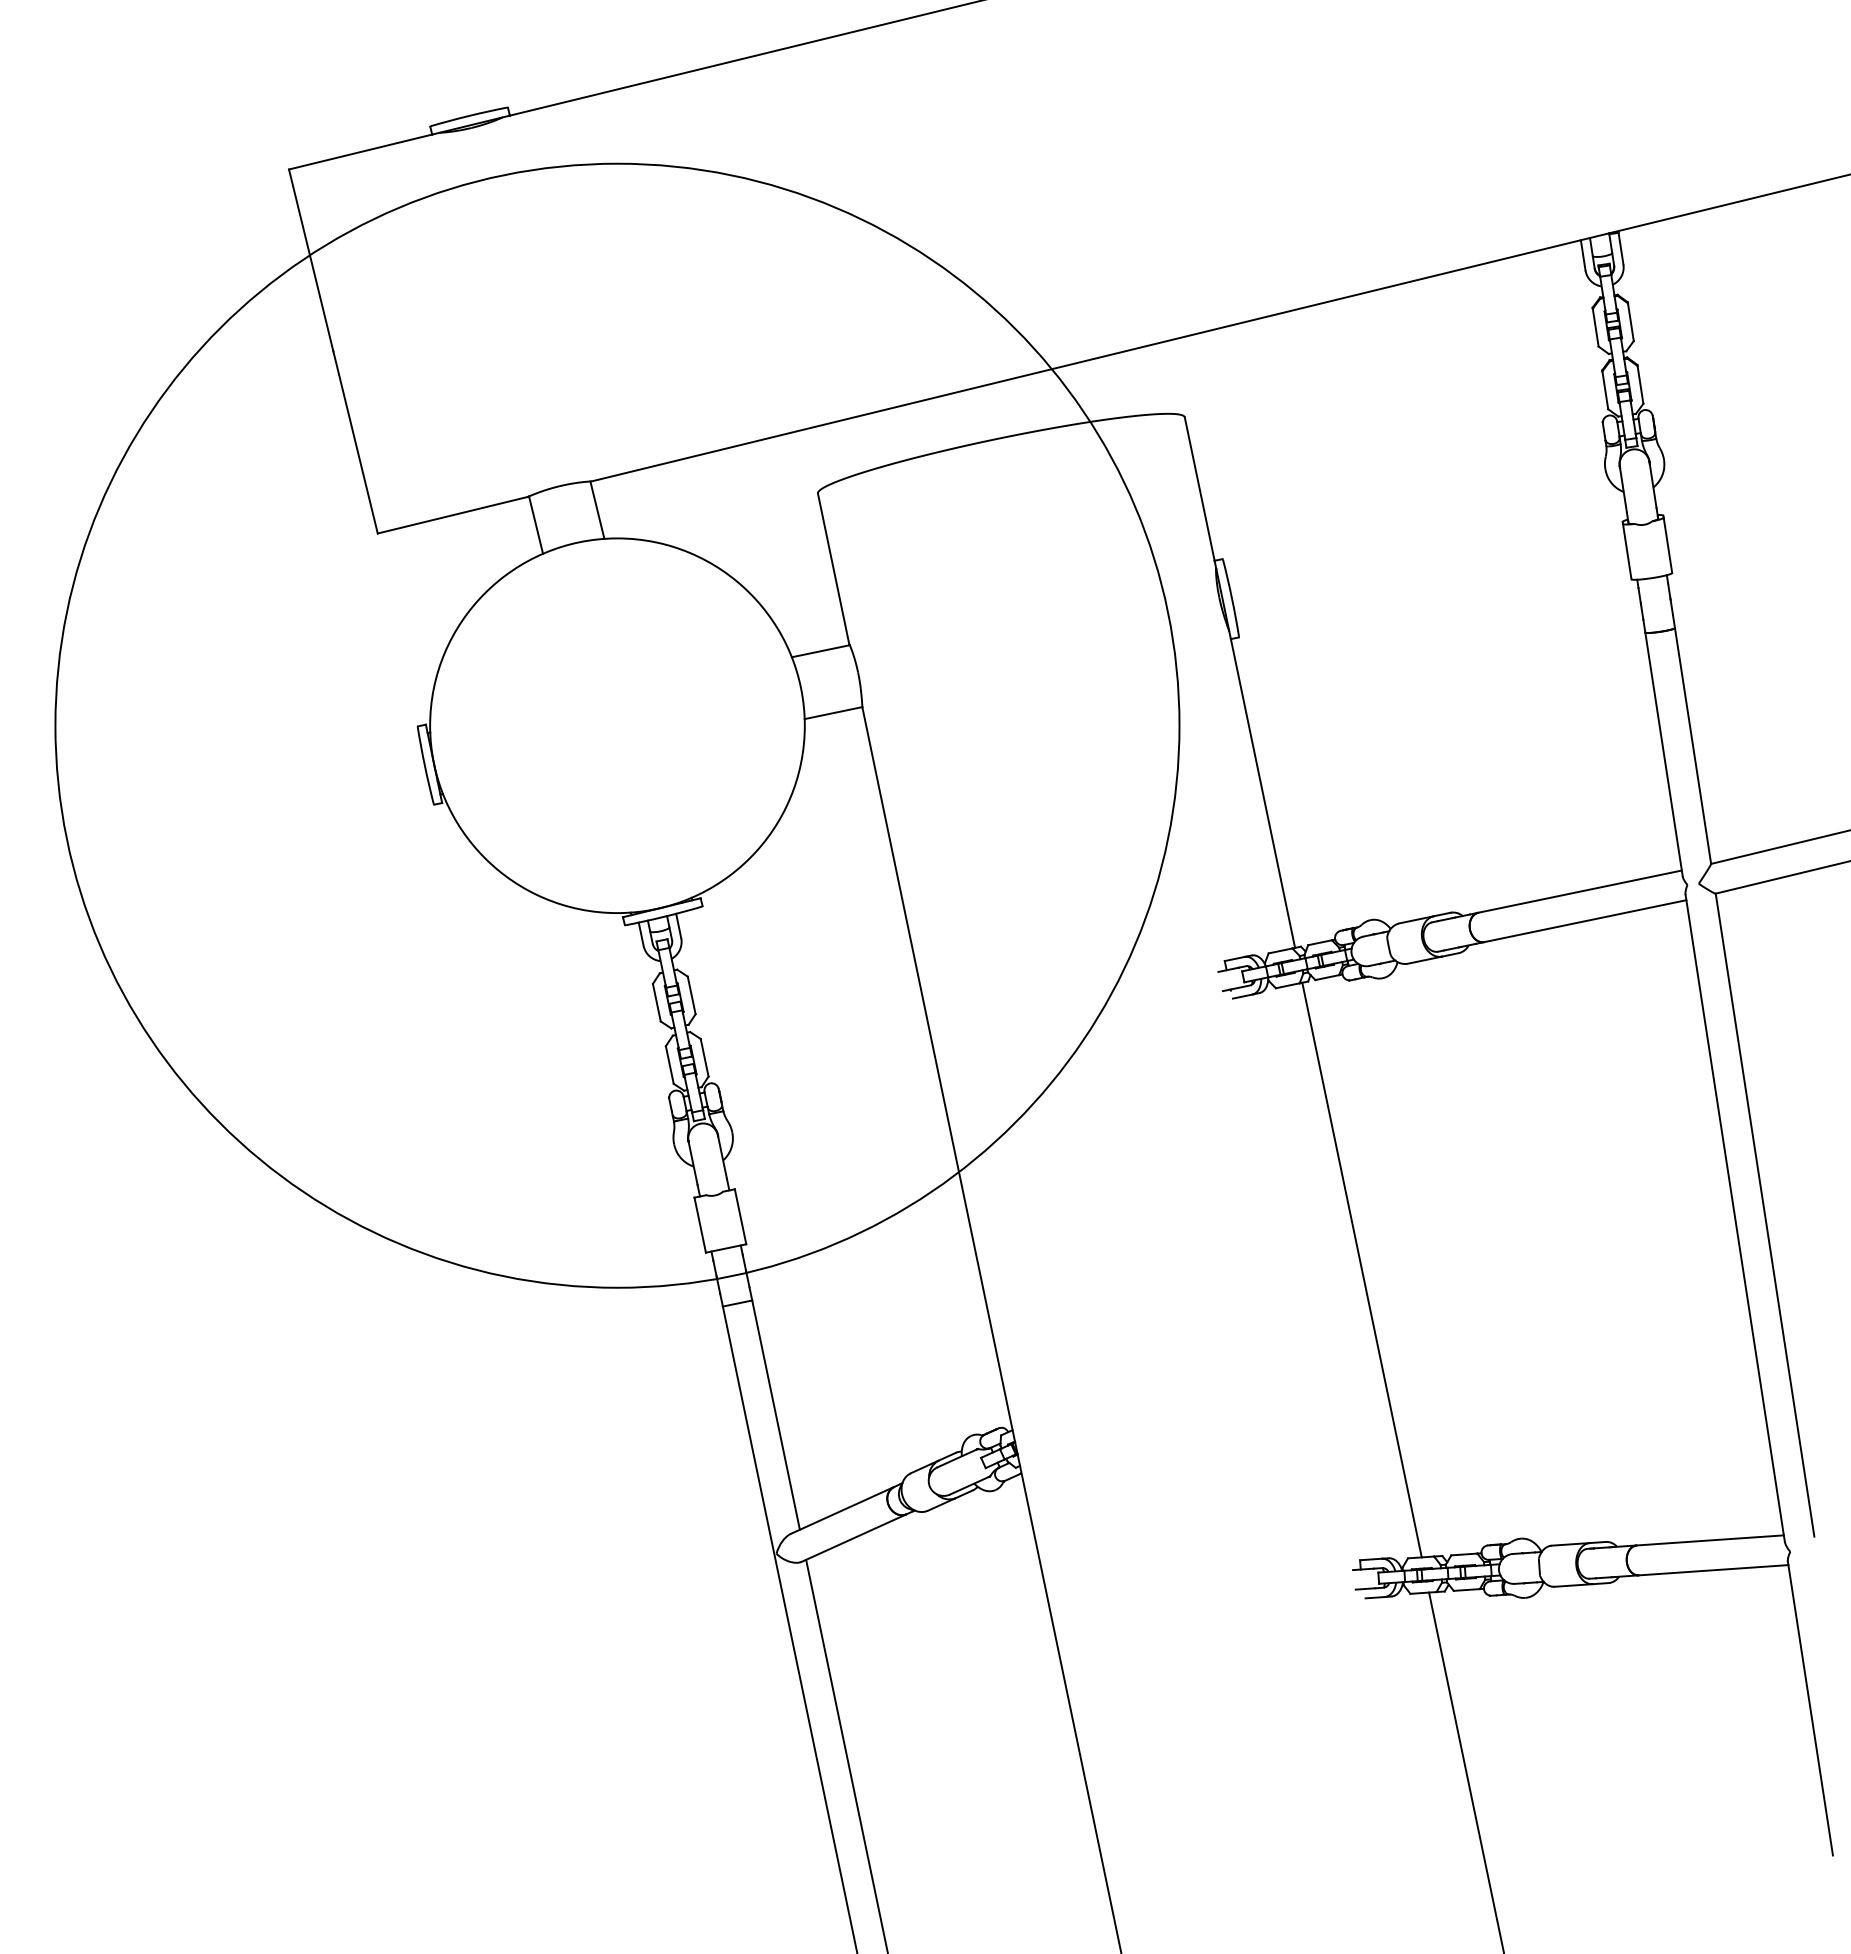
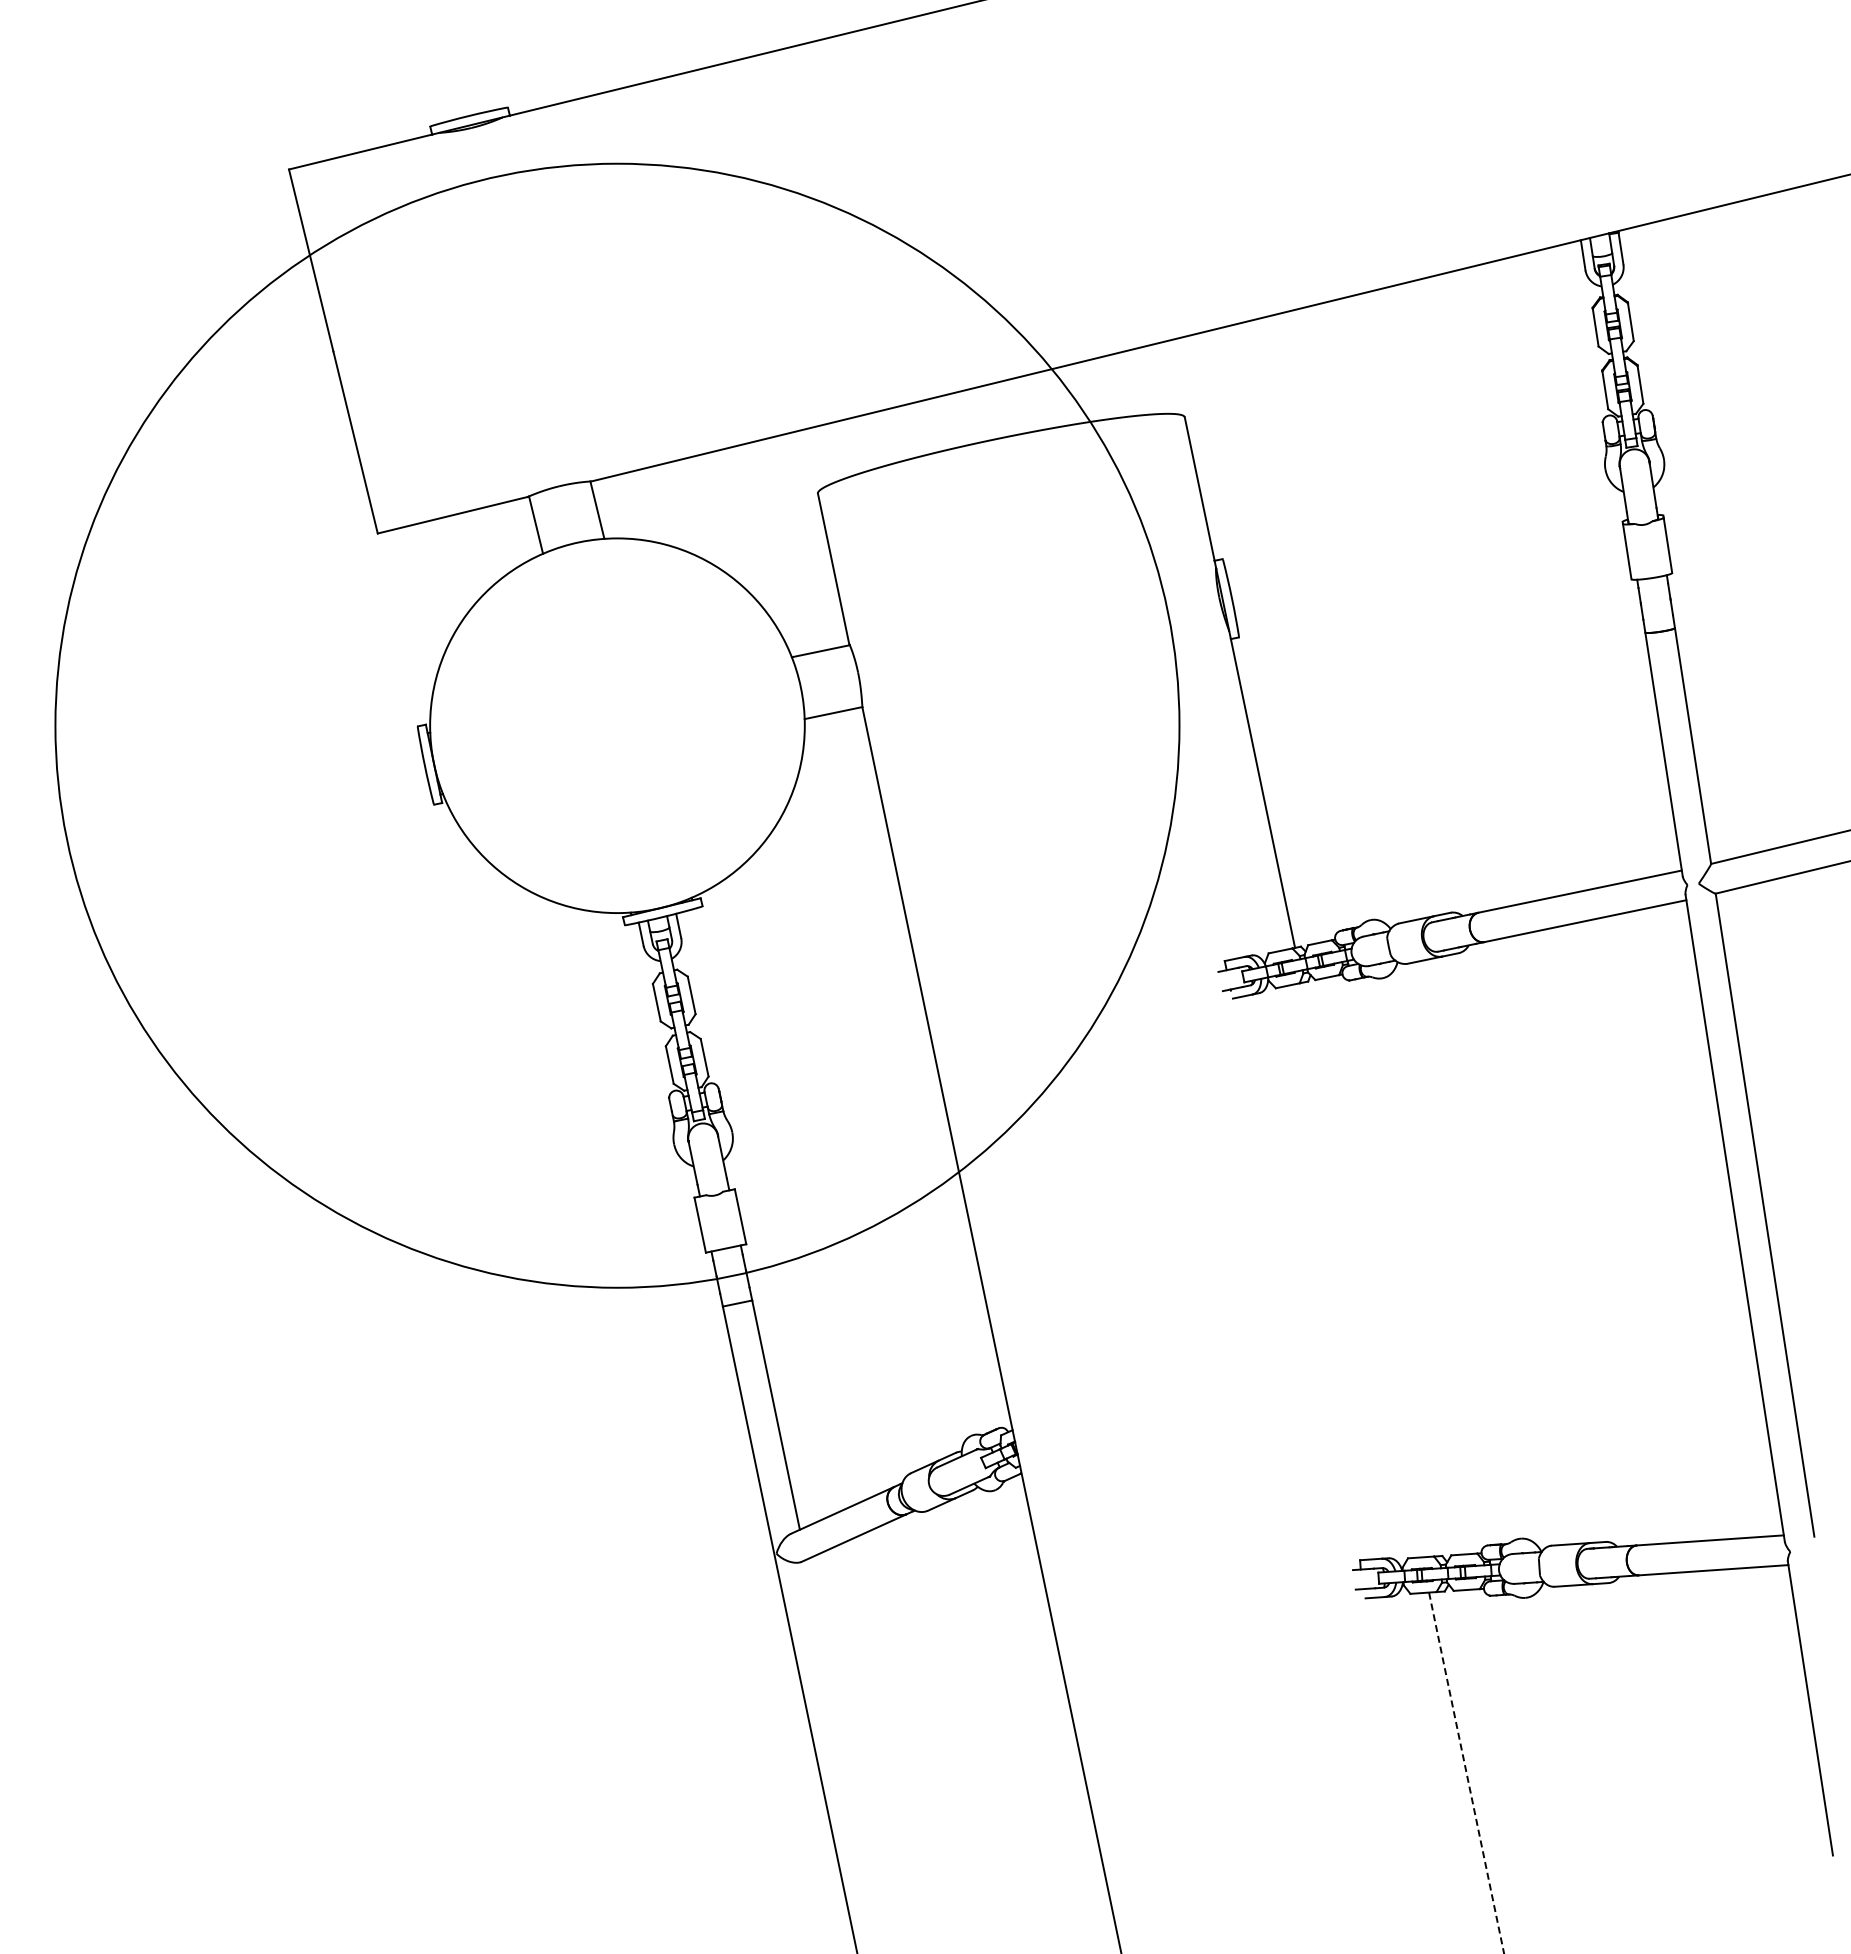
line at (1361, 1269): present -> none
line at (846, 1754): present -> none
line at (1466, 1772): solid -> dashed
